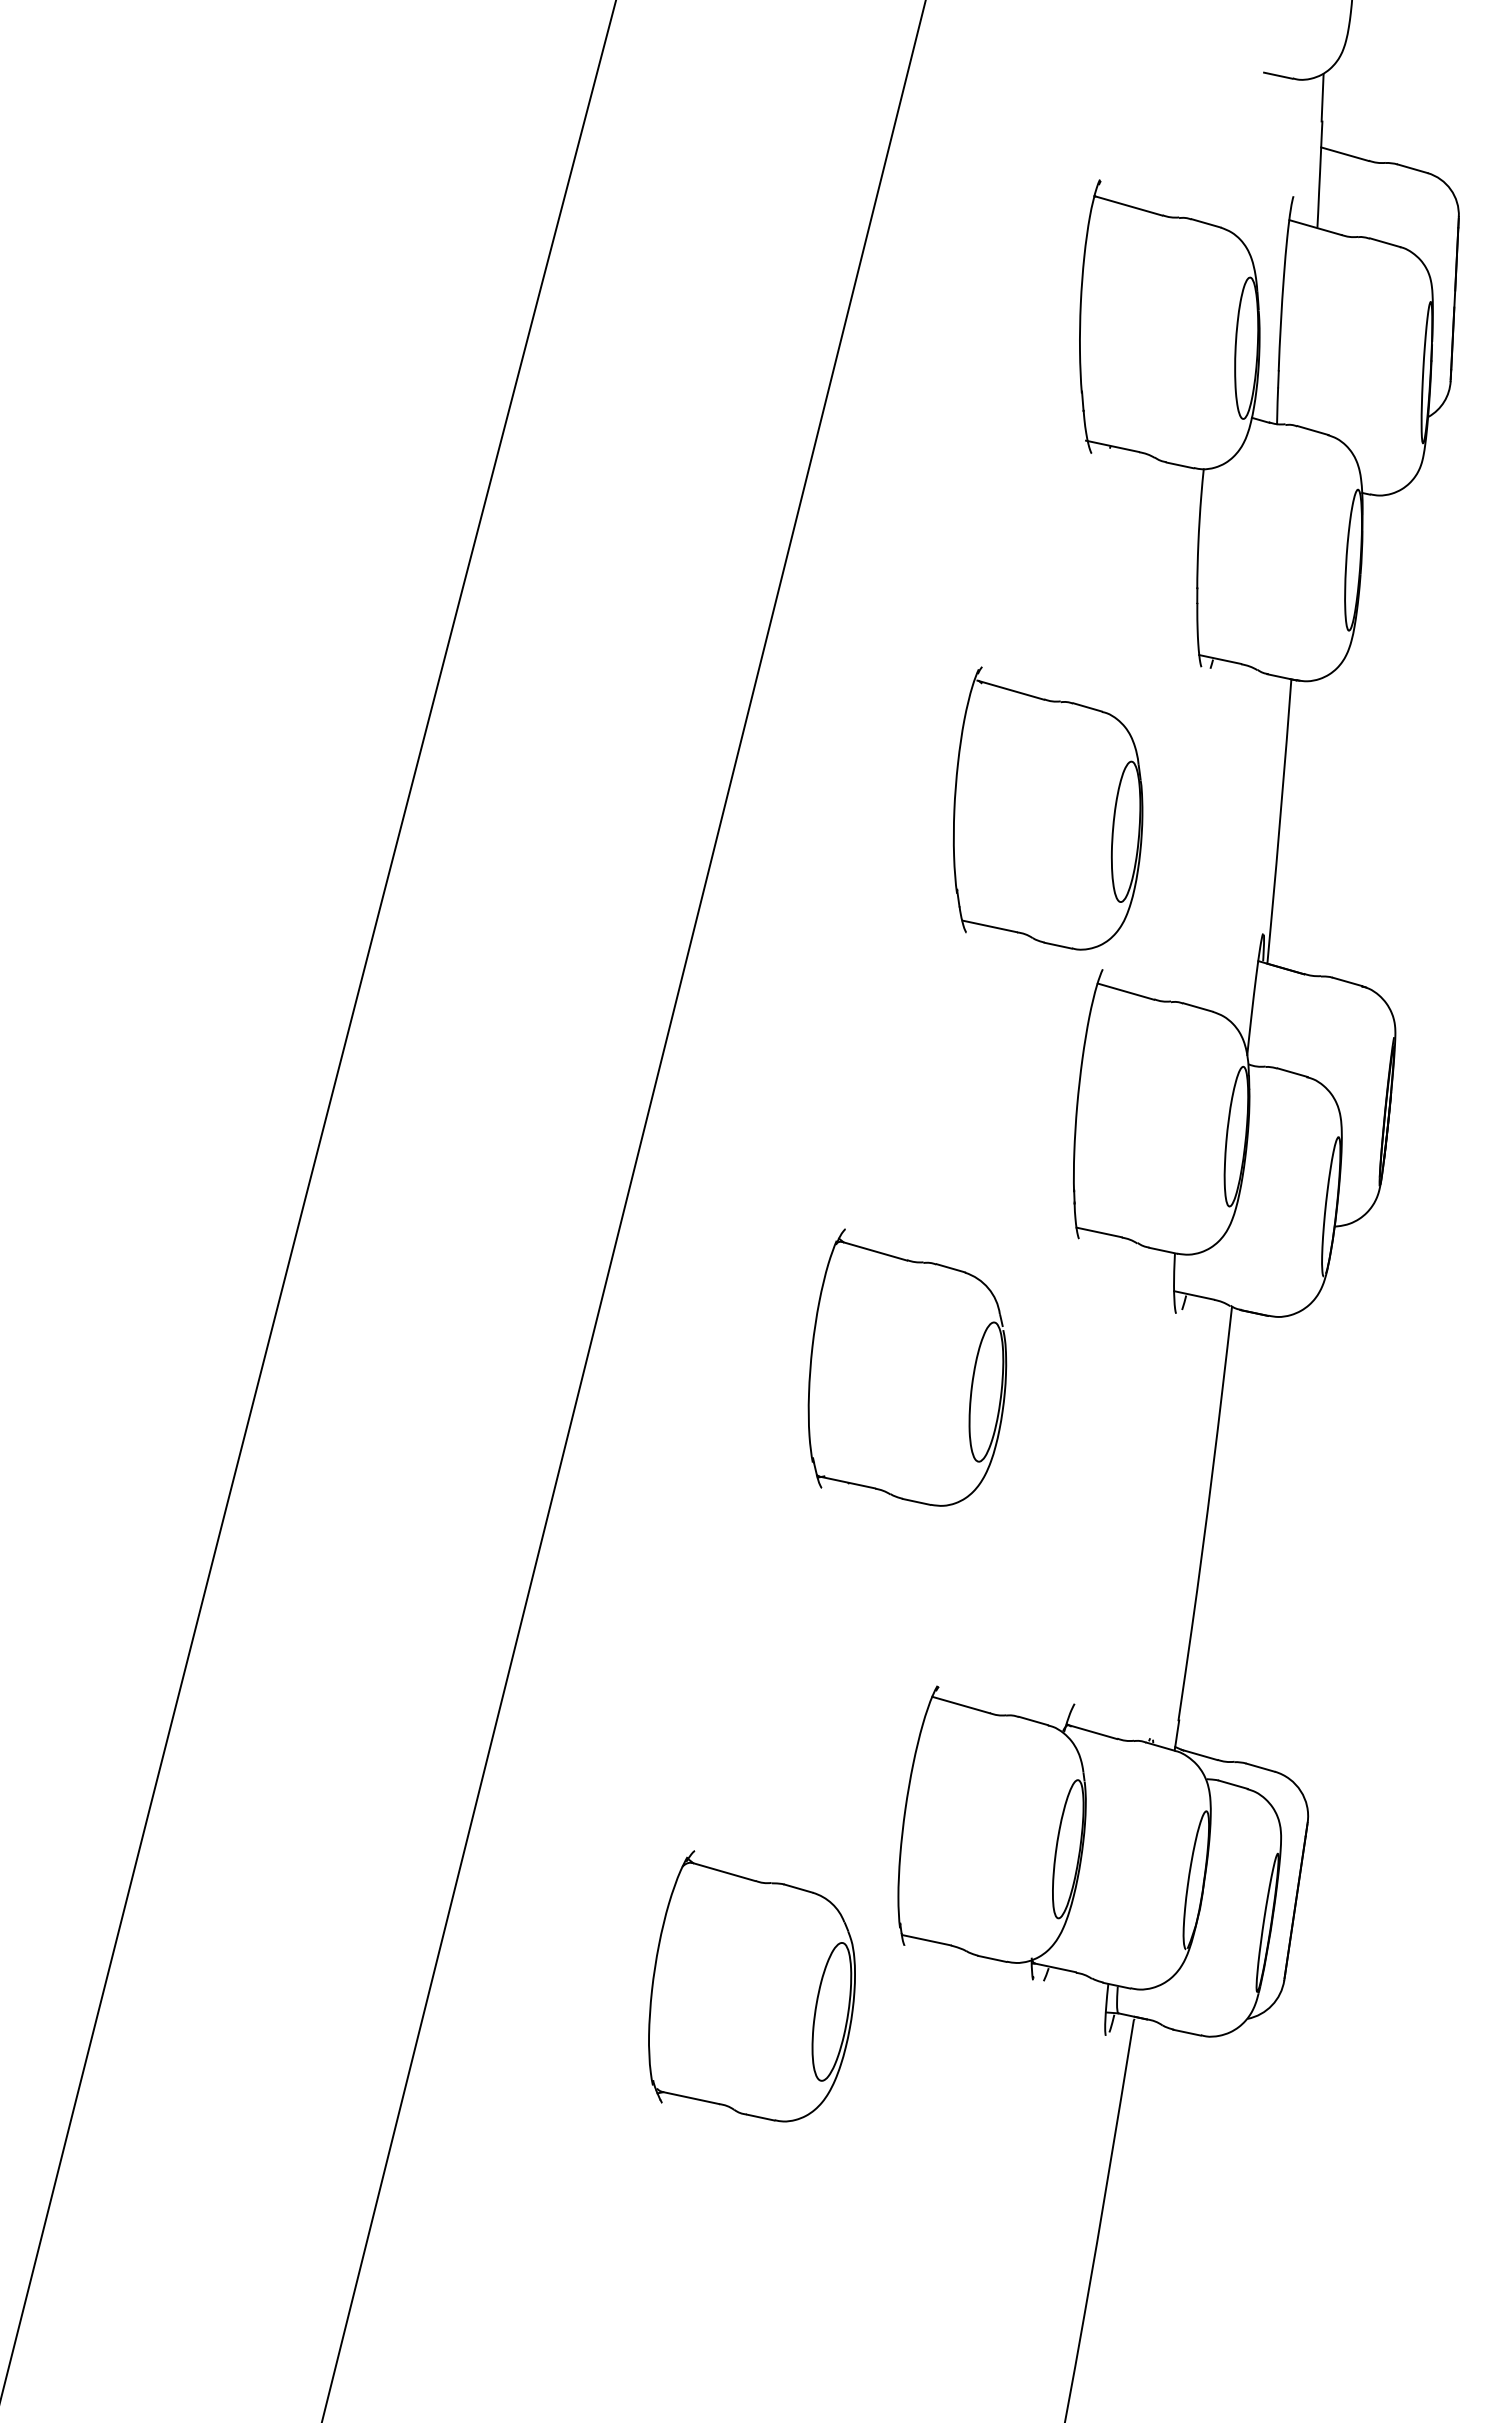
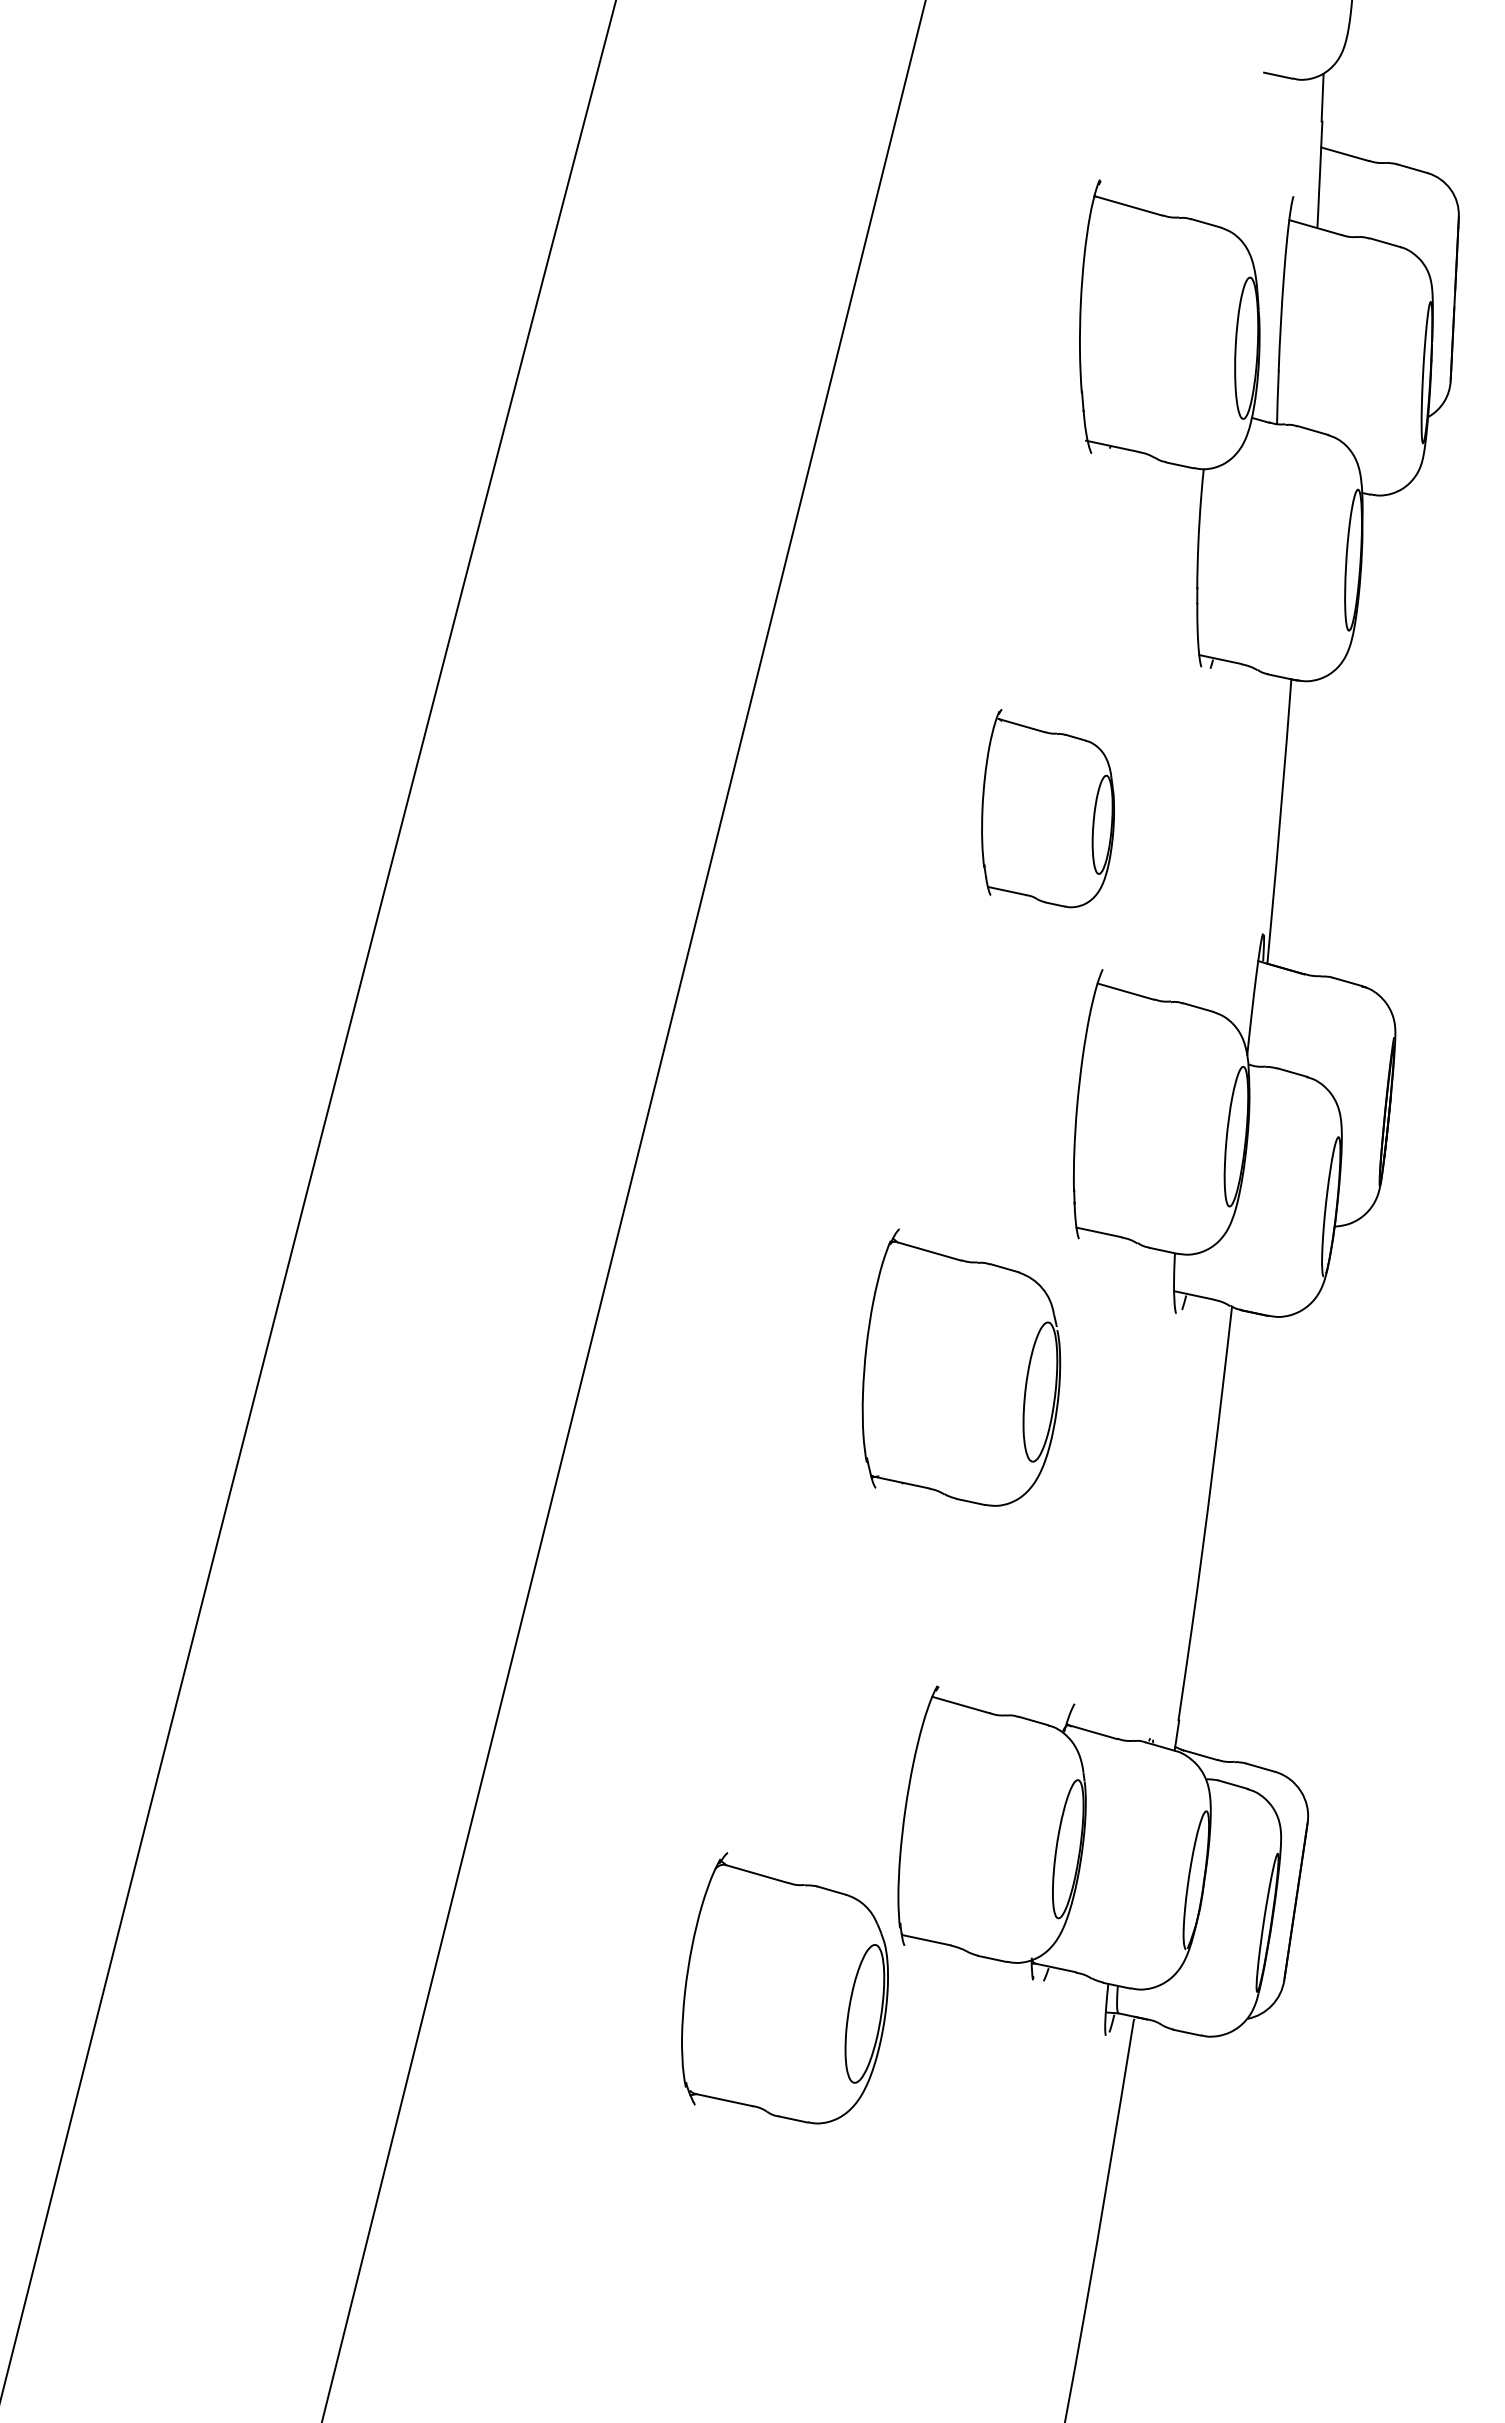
part at (1047, 808) size: 192x285 px -> 134x200 px
part at (971, 1380) position: (971, 1380) -> (1025, 1380)
part at (751, 1986) position: (751, 1986) -> (784, 1988)
